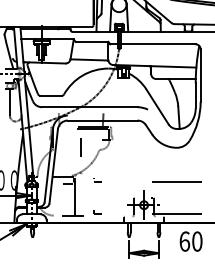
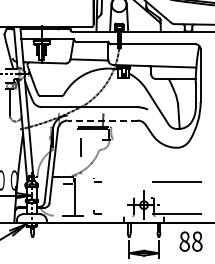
line at (102, 120): solid -> dashed
text at (190, 241): 60 -> 88
